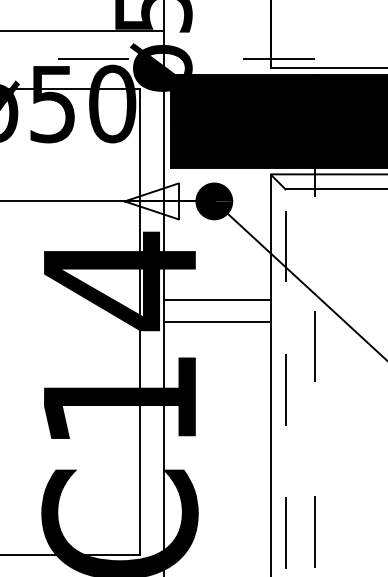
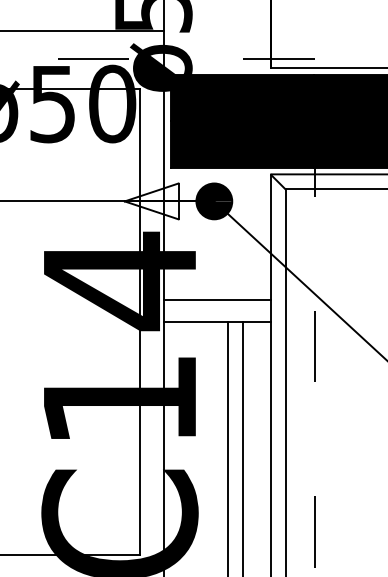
line at (285, 382): dashed -> solid
line at (228, 447): none -> present
line at (242, 447): none -> present
